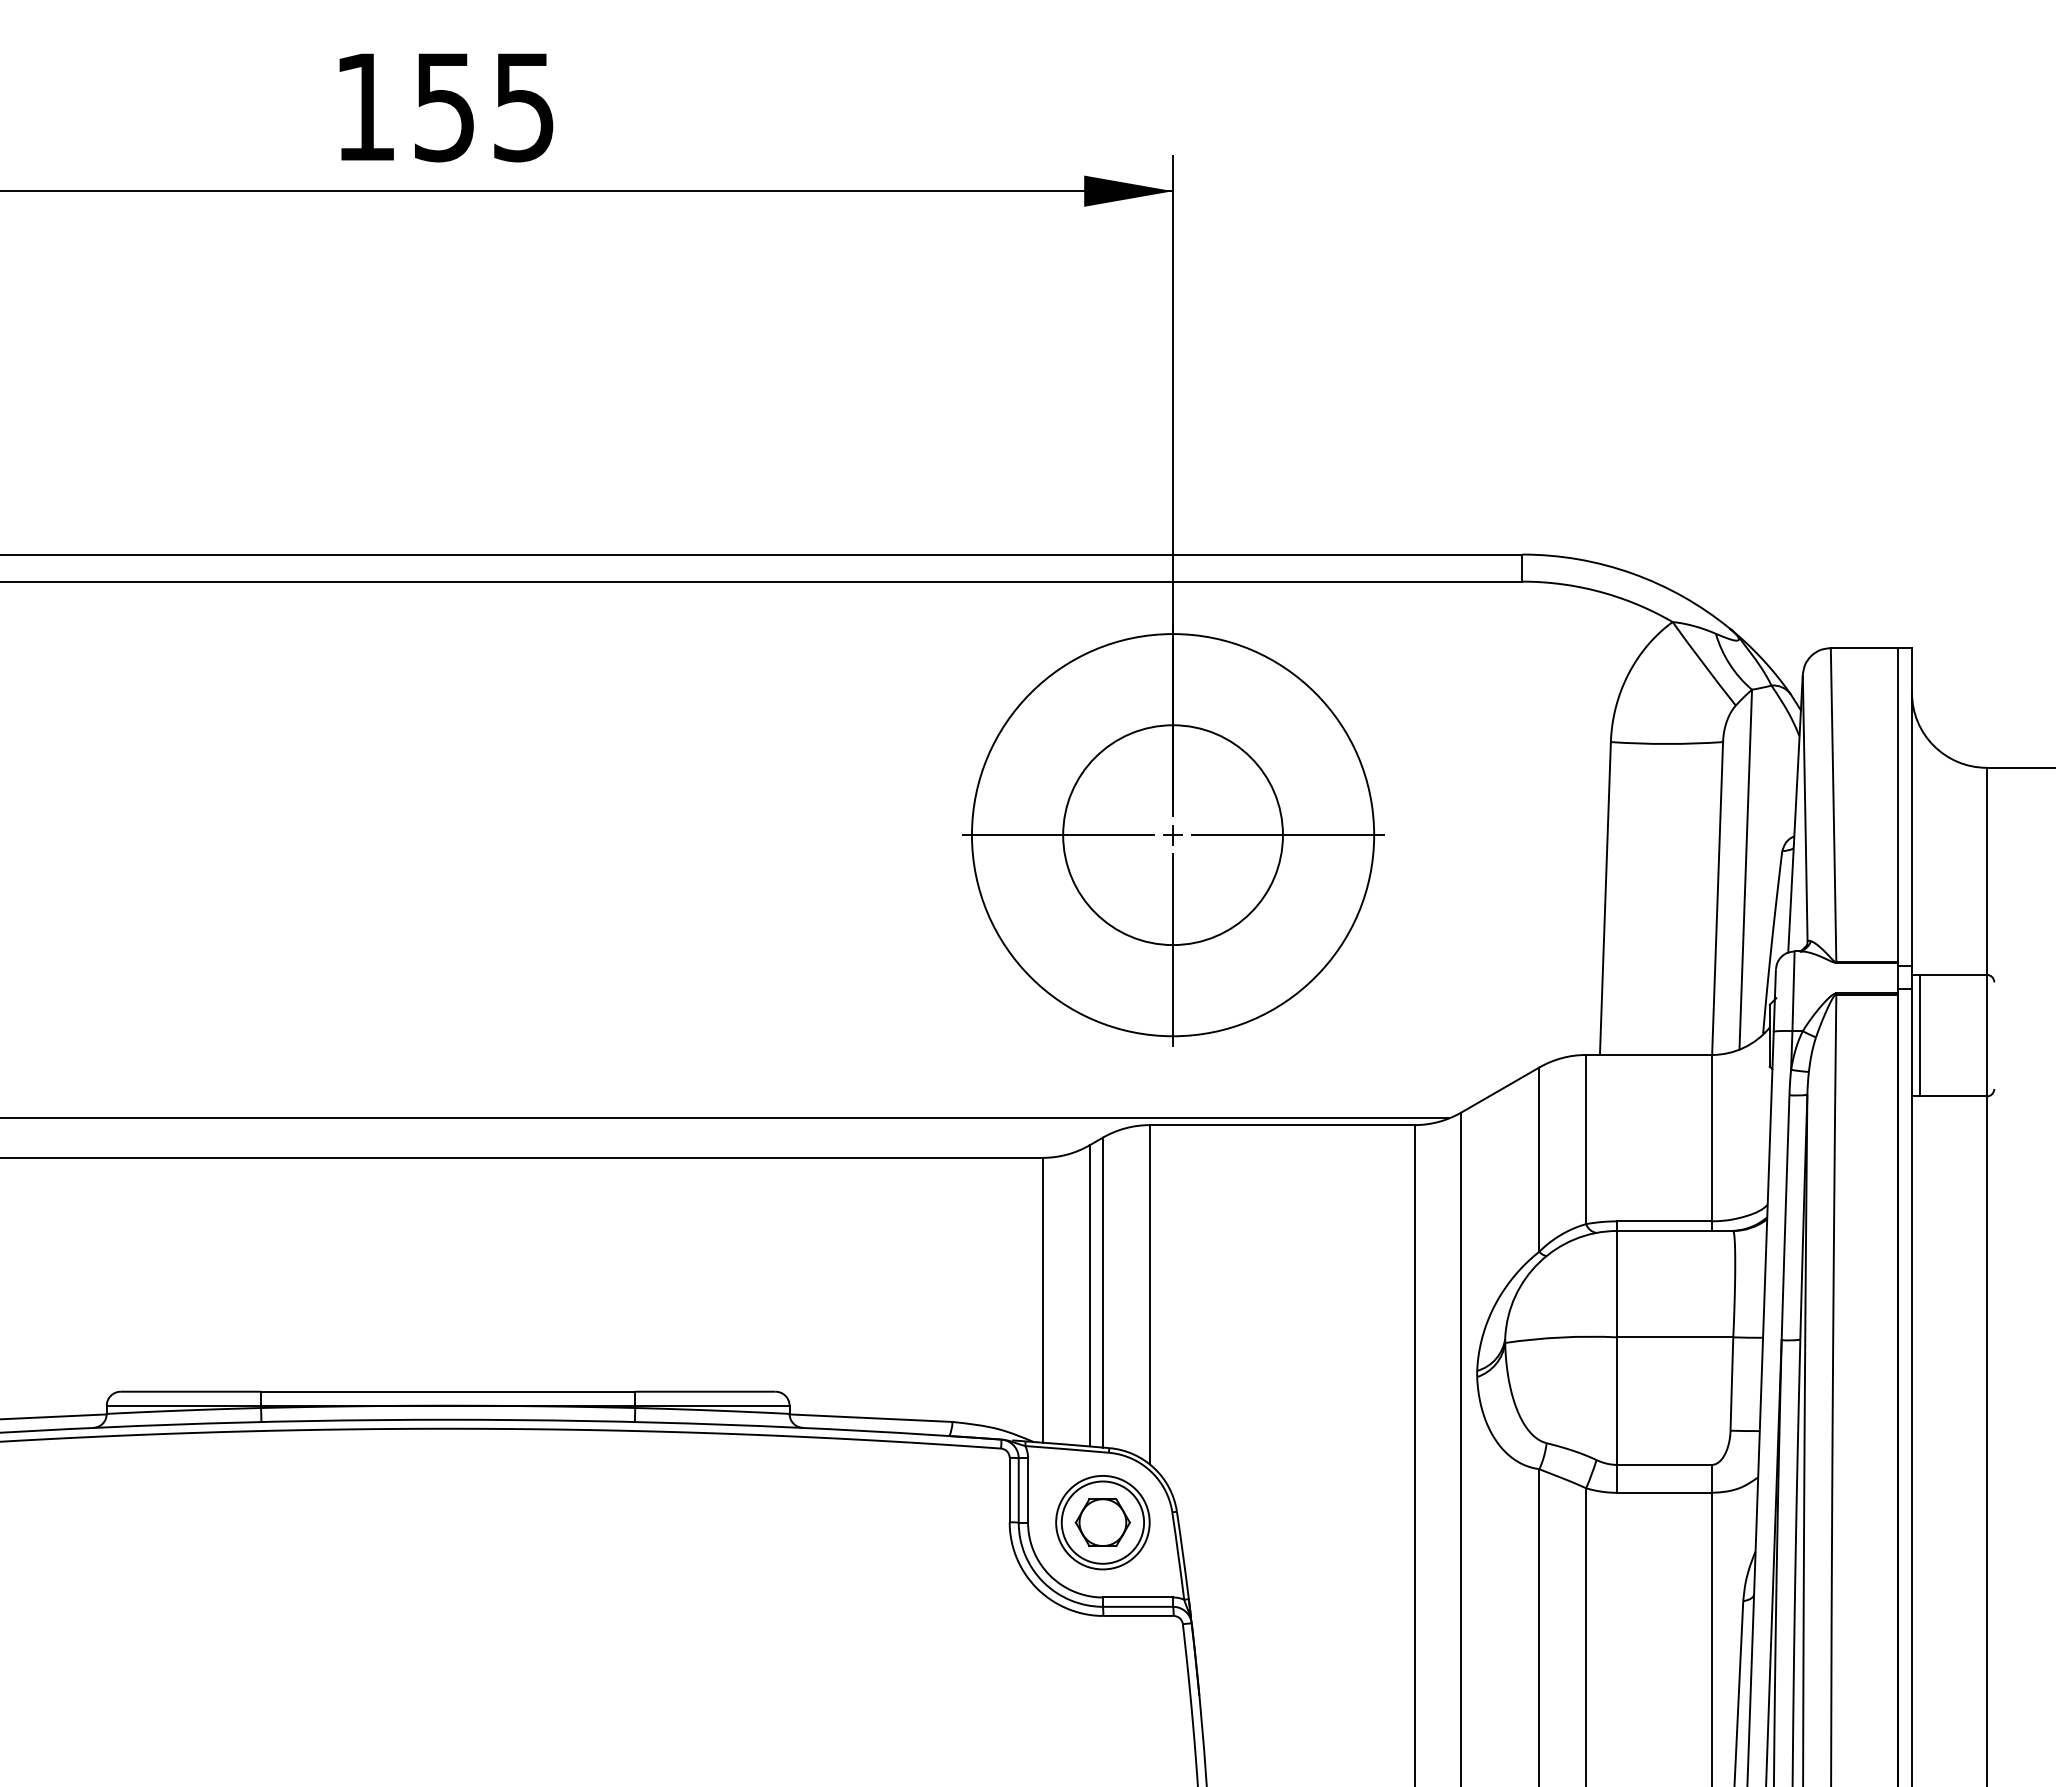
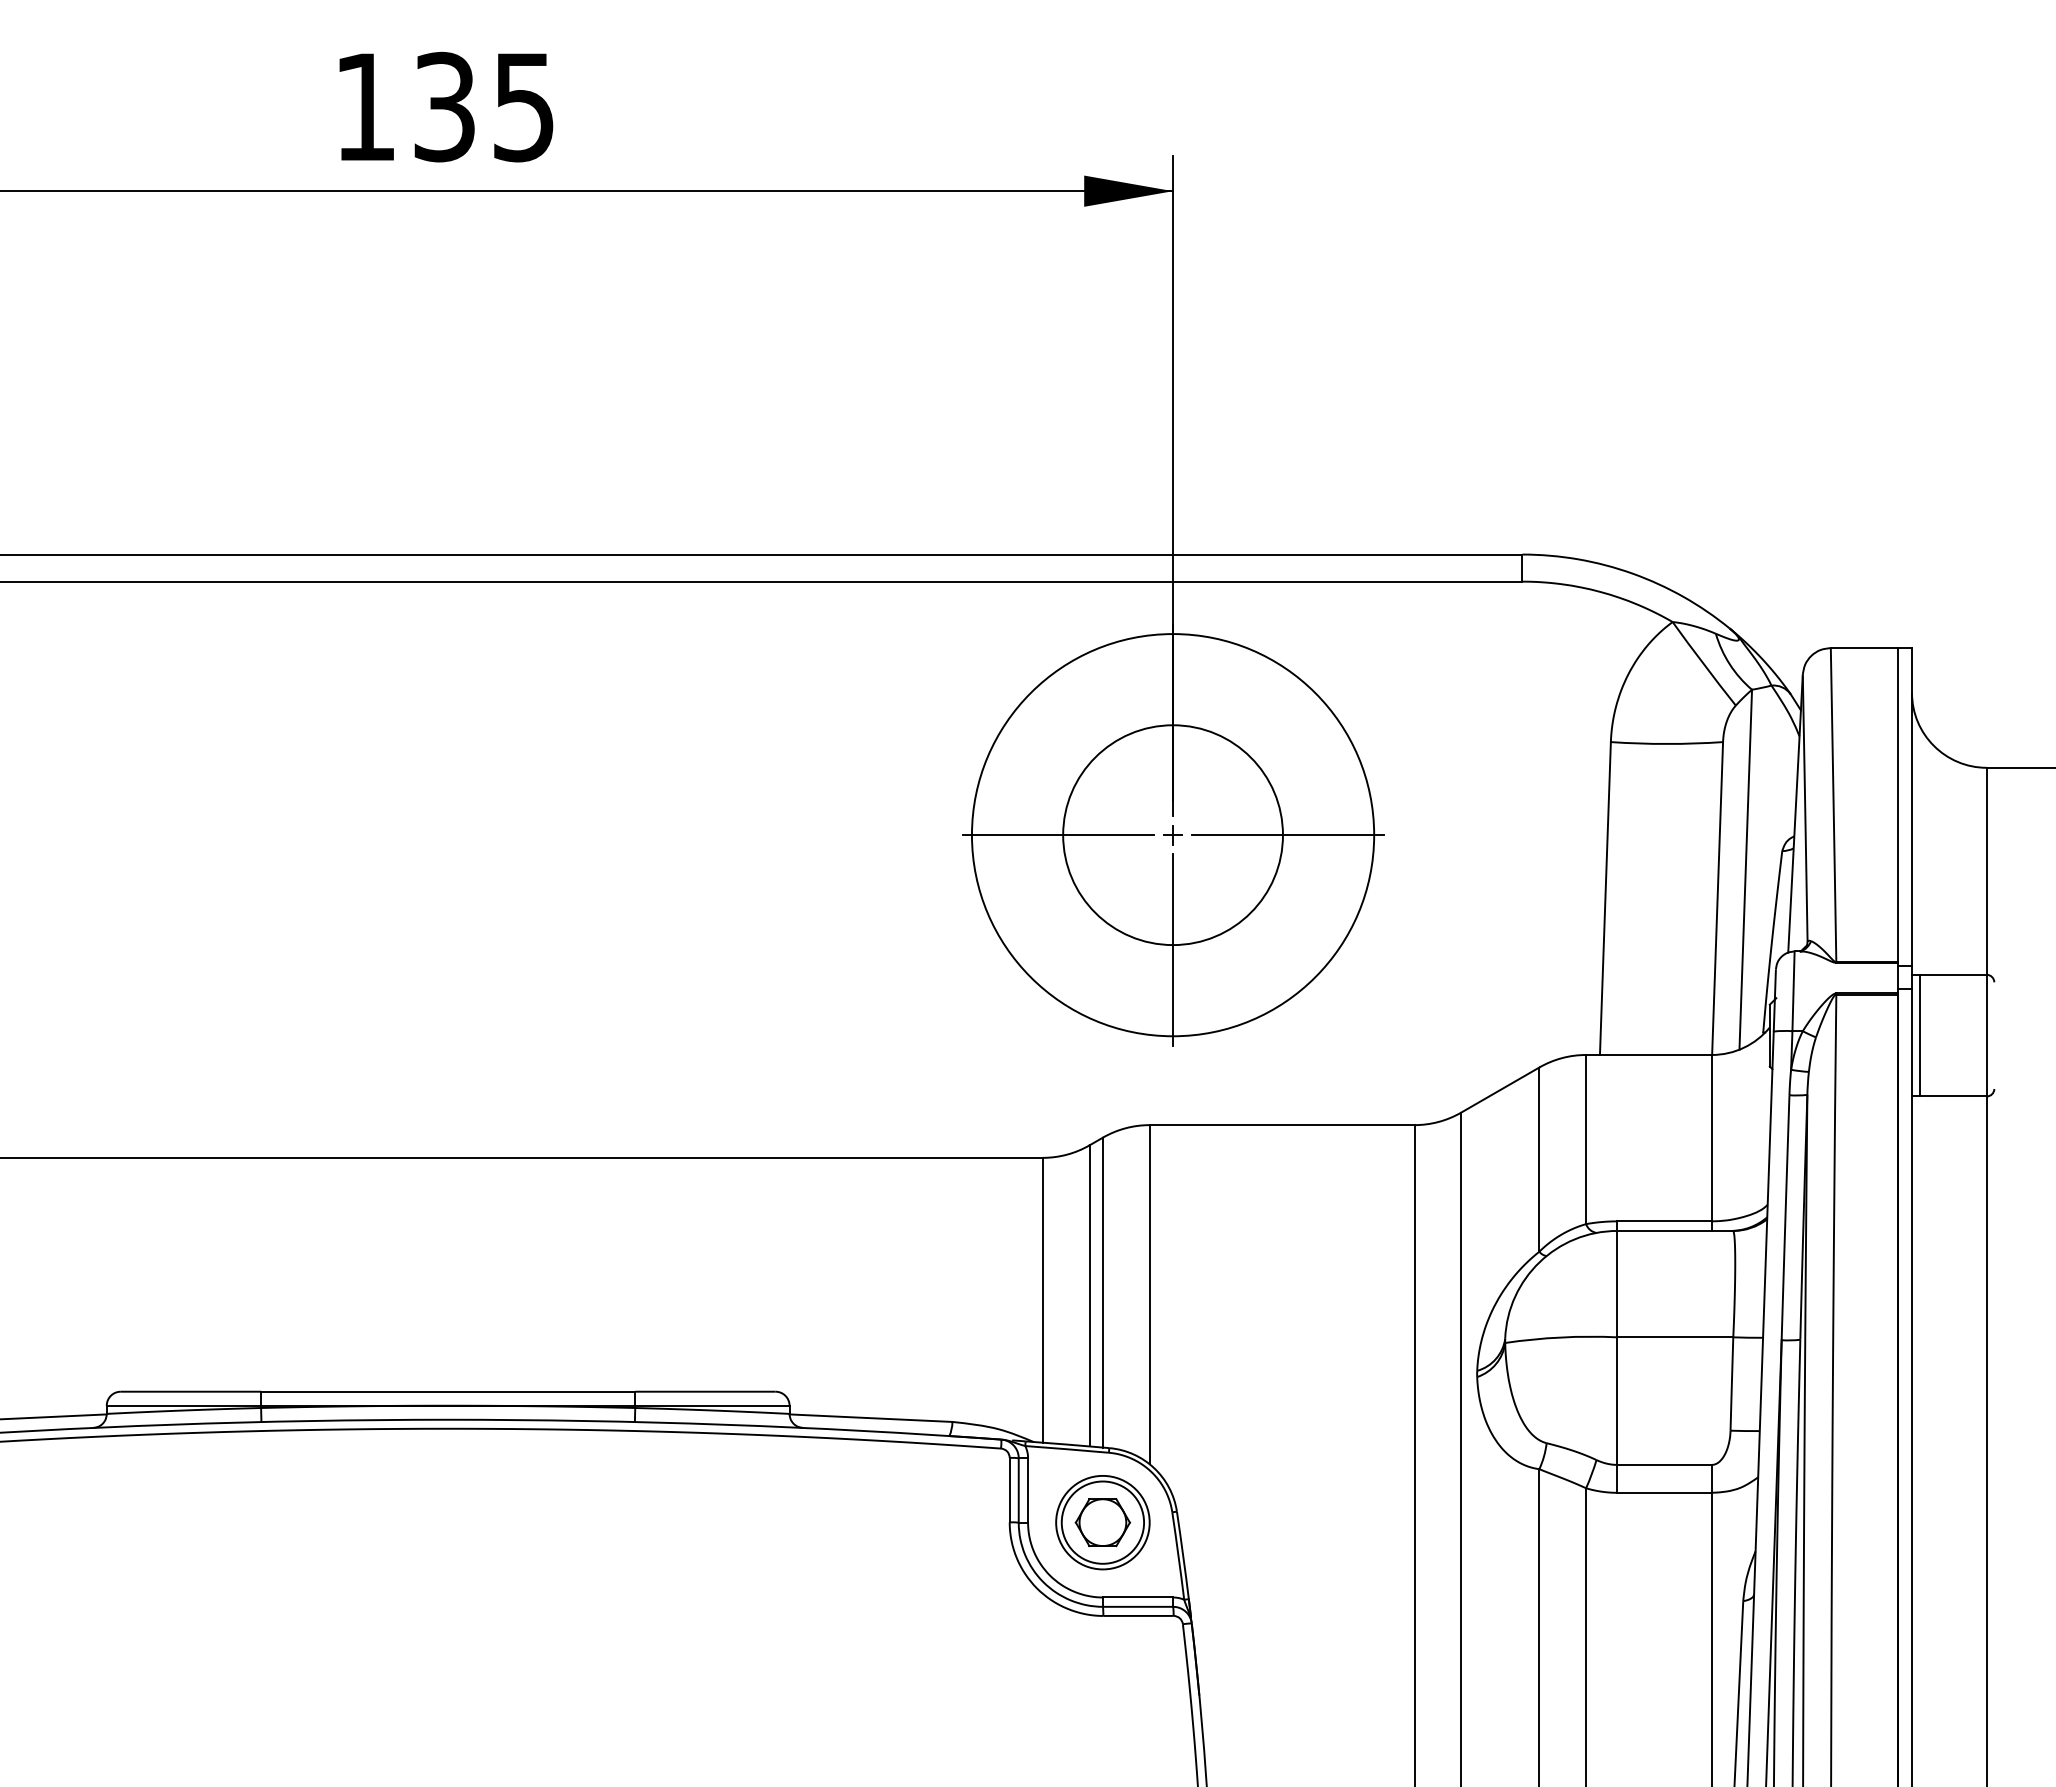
text at (444, 106): 155 -> 135
line at (725, 1118): present -> none
